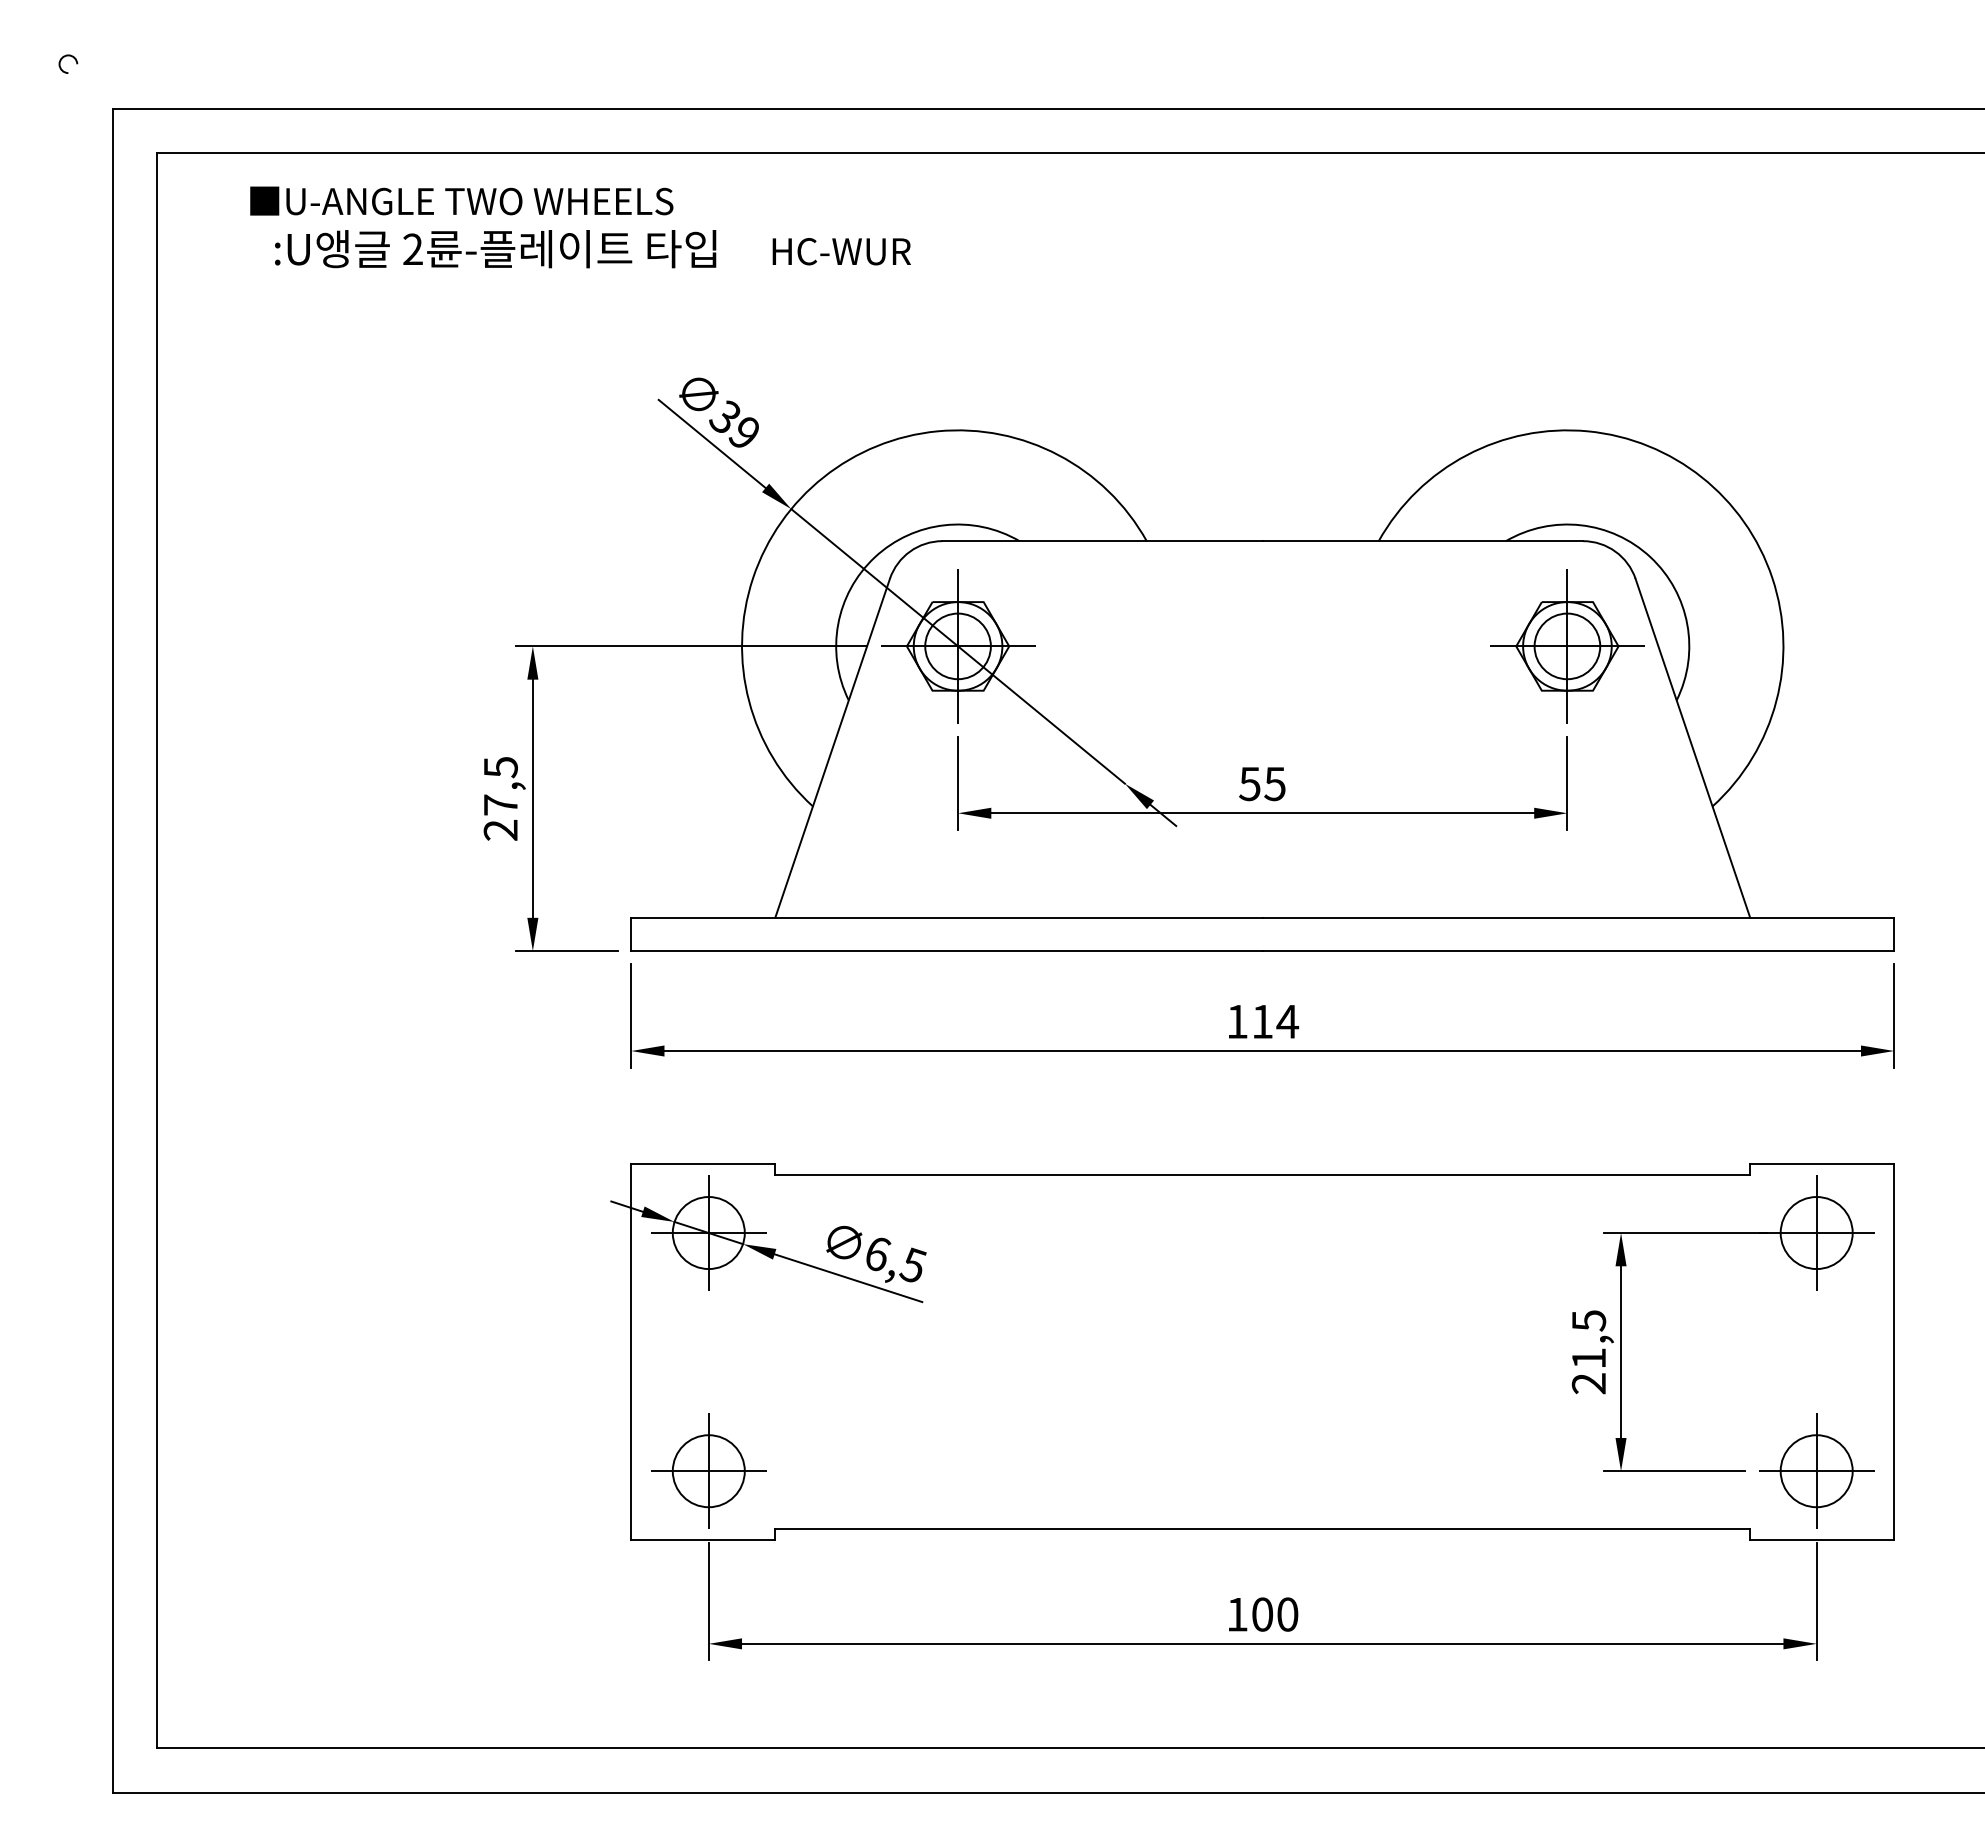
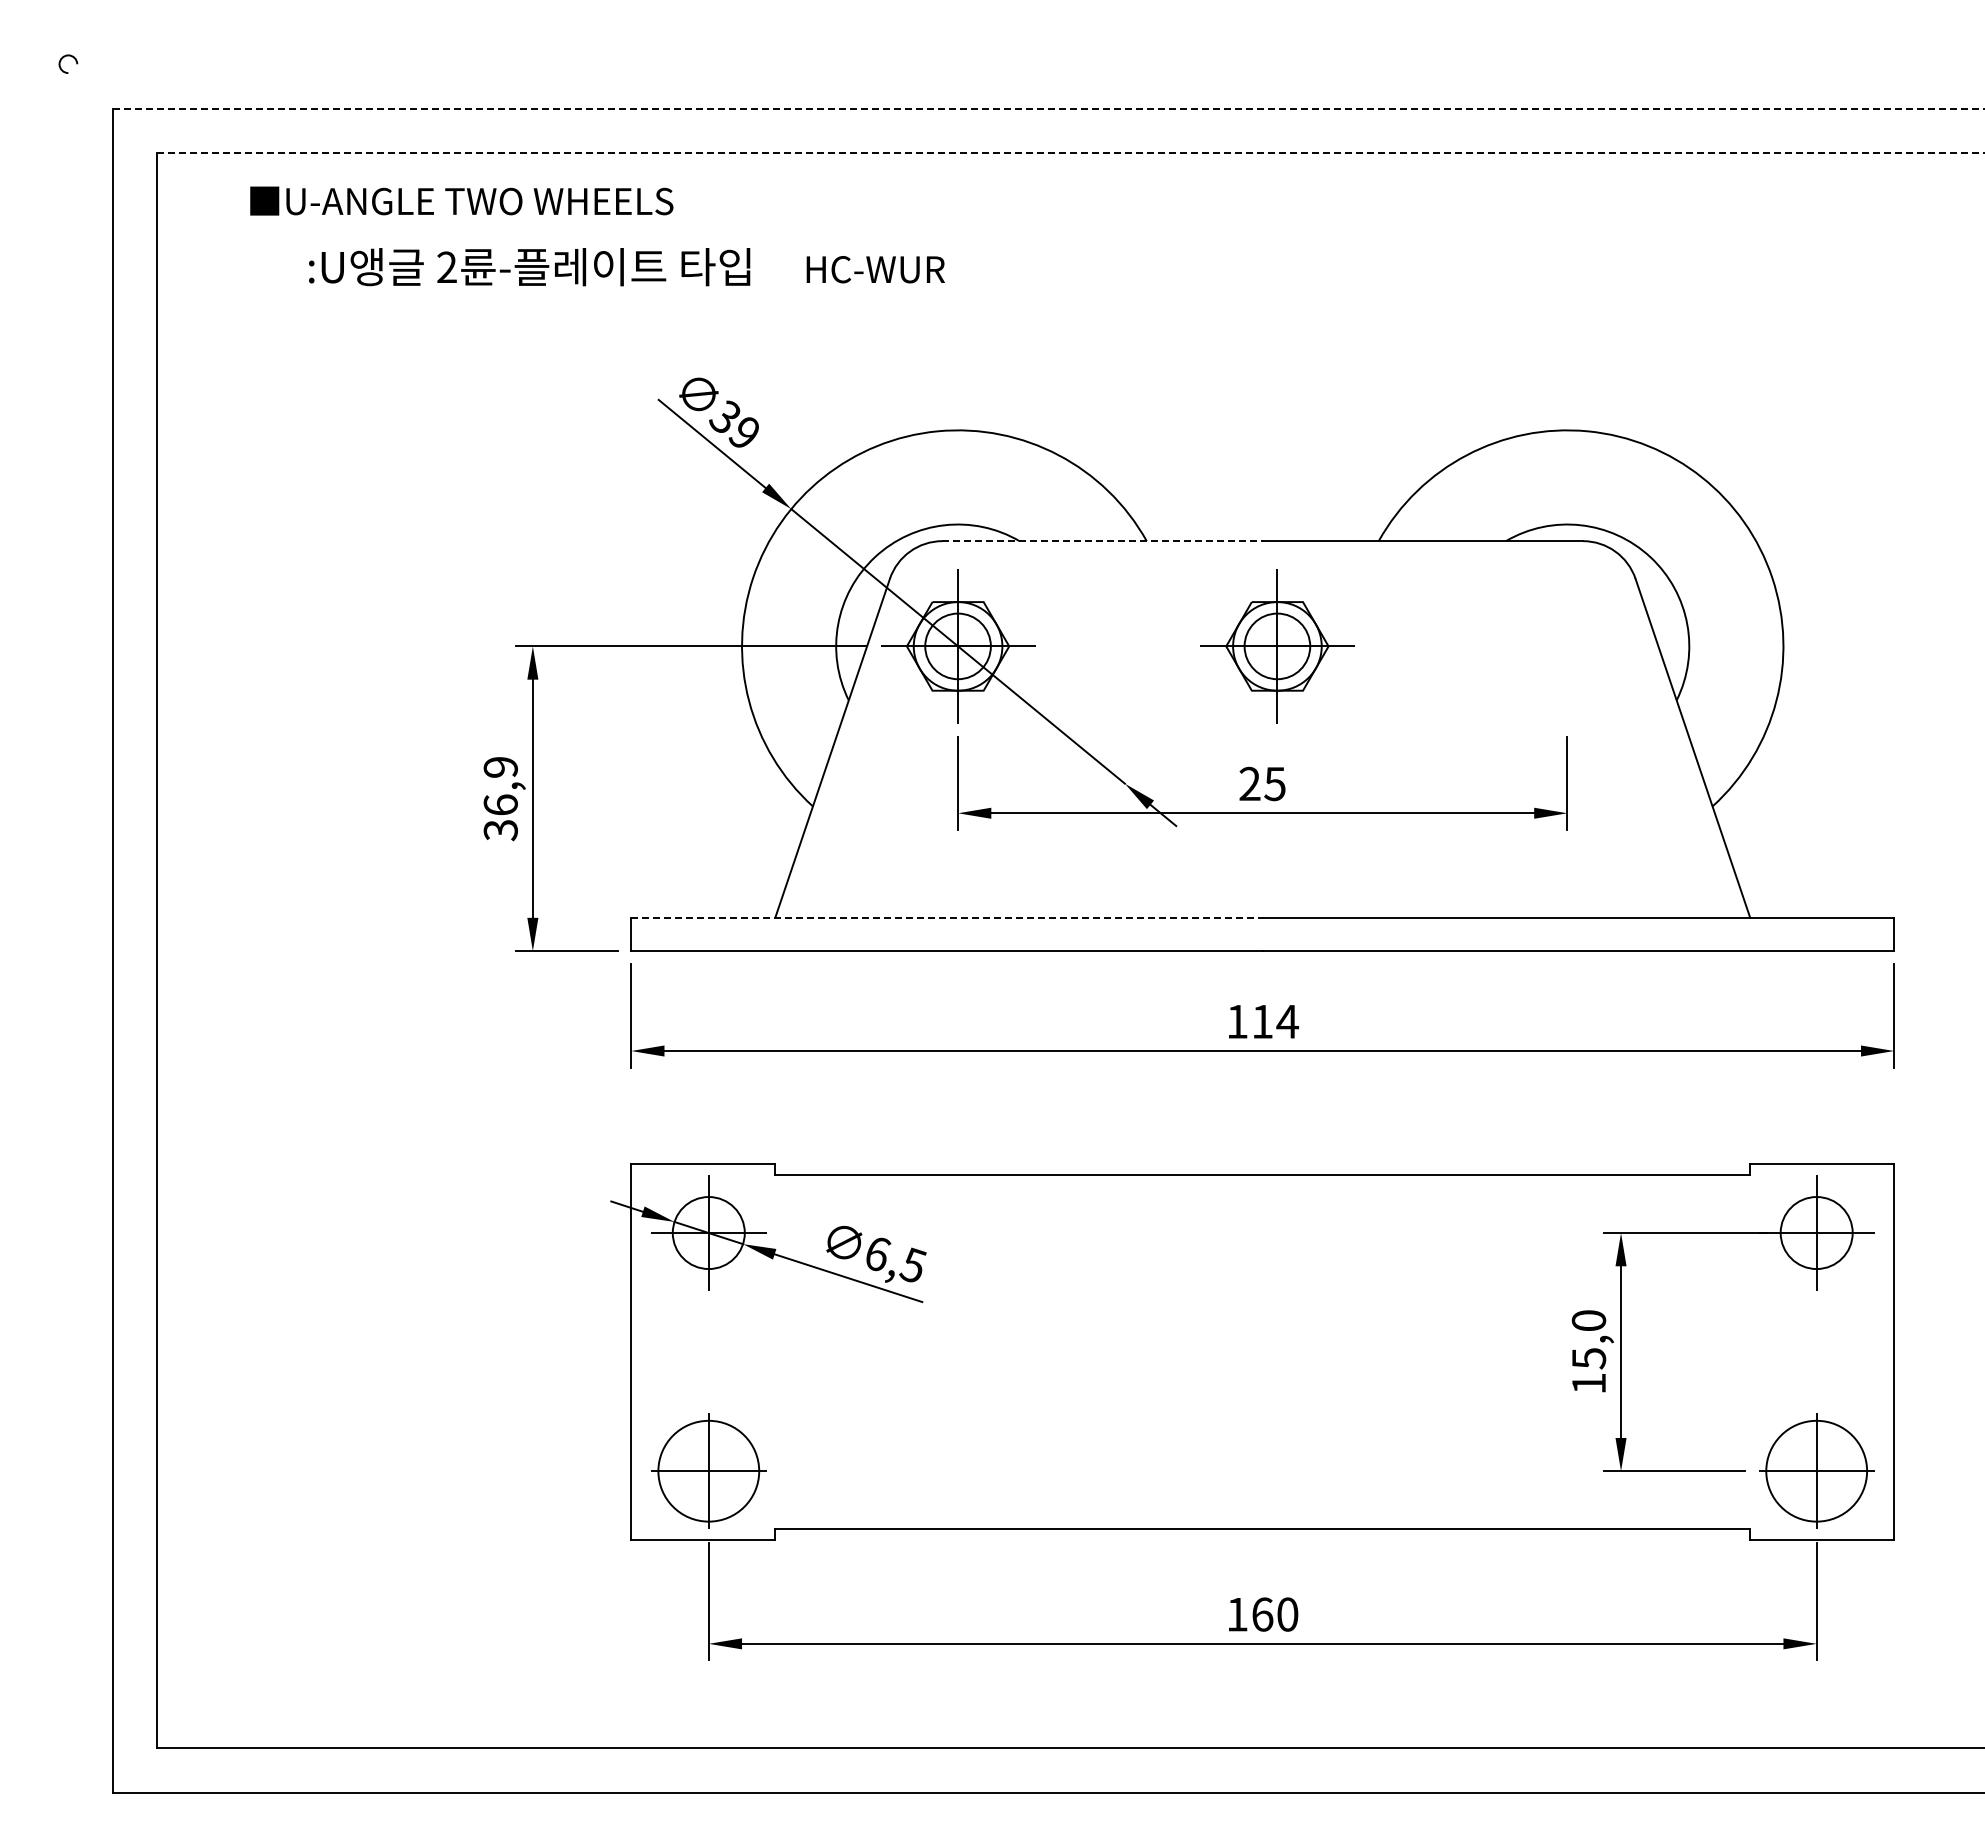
line at (1048, 108): solid -> dashed
line at (1070, 152): solid -> dashed
text at (592, 249) position: (592, 249) -> (626, 267)
line at (1103, 541): solid -> dashed
part at (1567, 646) position: (1567, 646) -> (1277, 646)
text at (1249, 783): 55 -> 25
text at (500, 799): 27,5 -> 36,9
line at (947, 917): solid -> dashed
text at (1588, 1352): 21,5 -> 15,0
circle at (708, 1471) diameter: 72 px -> 101 px
circle at (1816, 1471) diameter: 72 px -> 101 px
text at (1262, 1614): 100 -> 160
